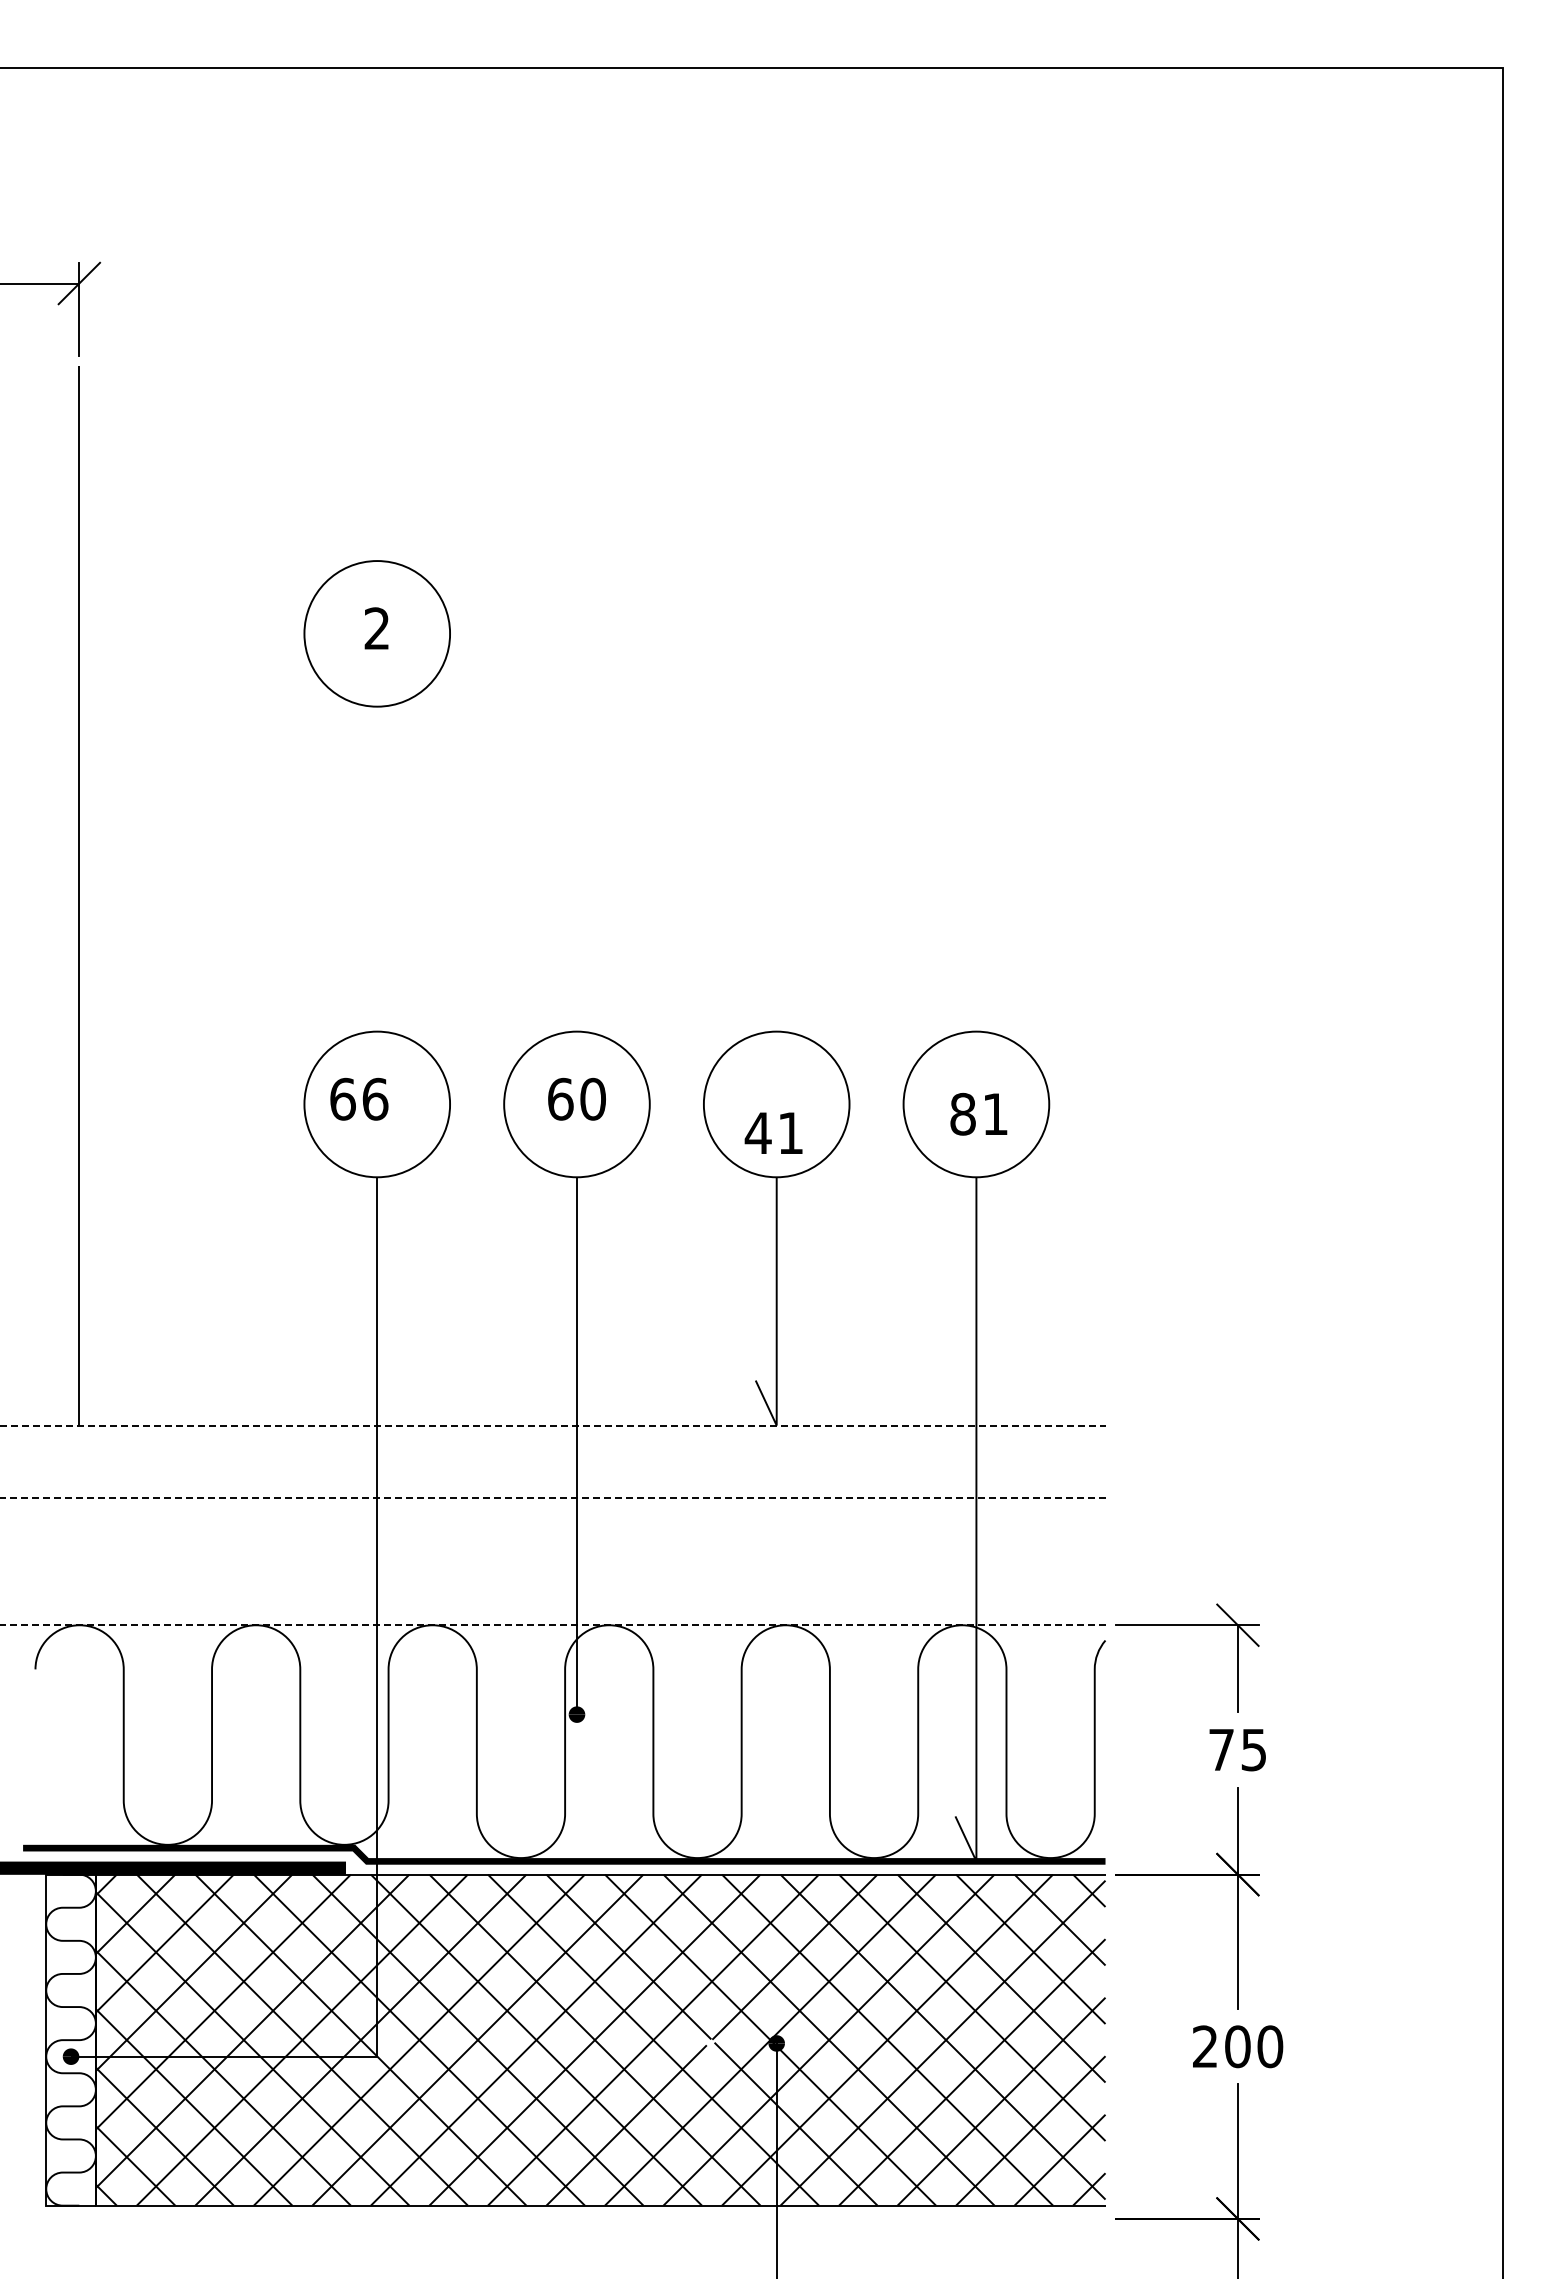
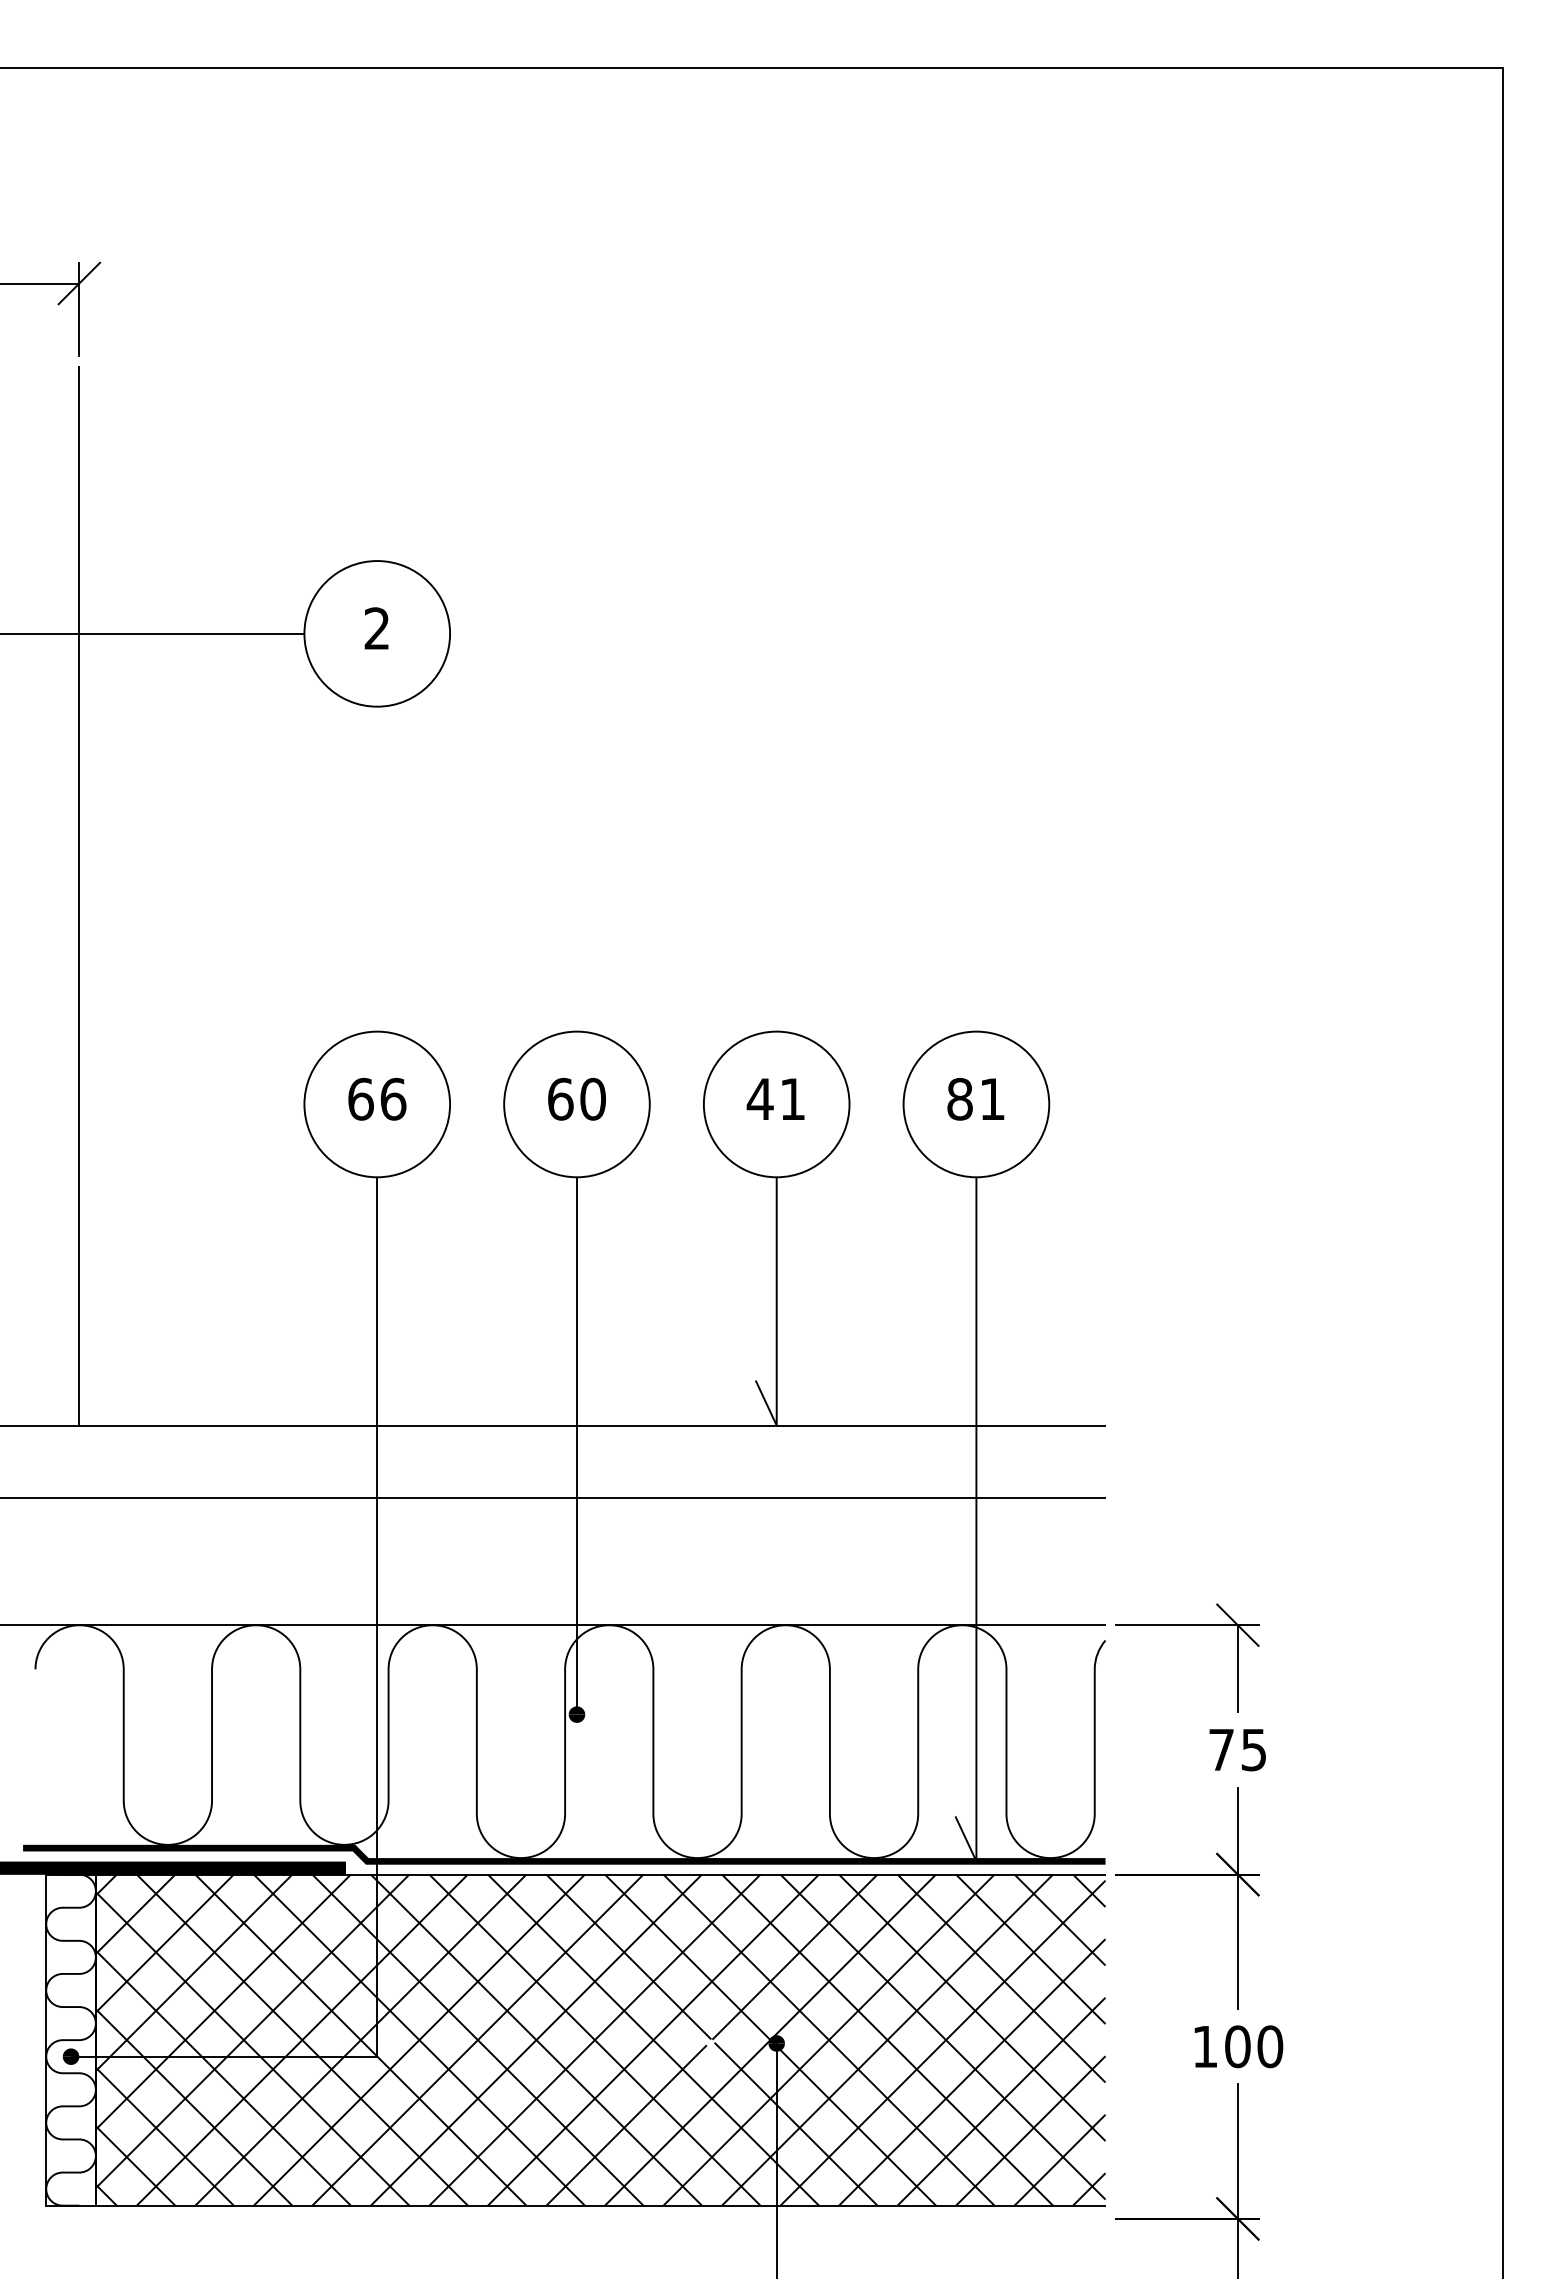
line at (153, 633): none -> present
text at (359, 1098) position: (359, 1098) -> (377, 1098)
text at (978, 1113) position: (978, 1113) -> (975, 1098)
text at (773, 1132) position: (773, 1132) -> (775, 1098)
line at (0, 1425): dashed -> solid
line at (552, 1625): dashed -> solid
text at (1204, 2046): 200 -> 100
